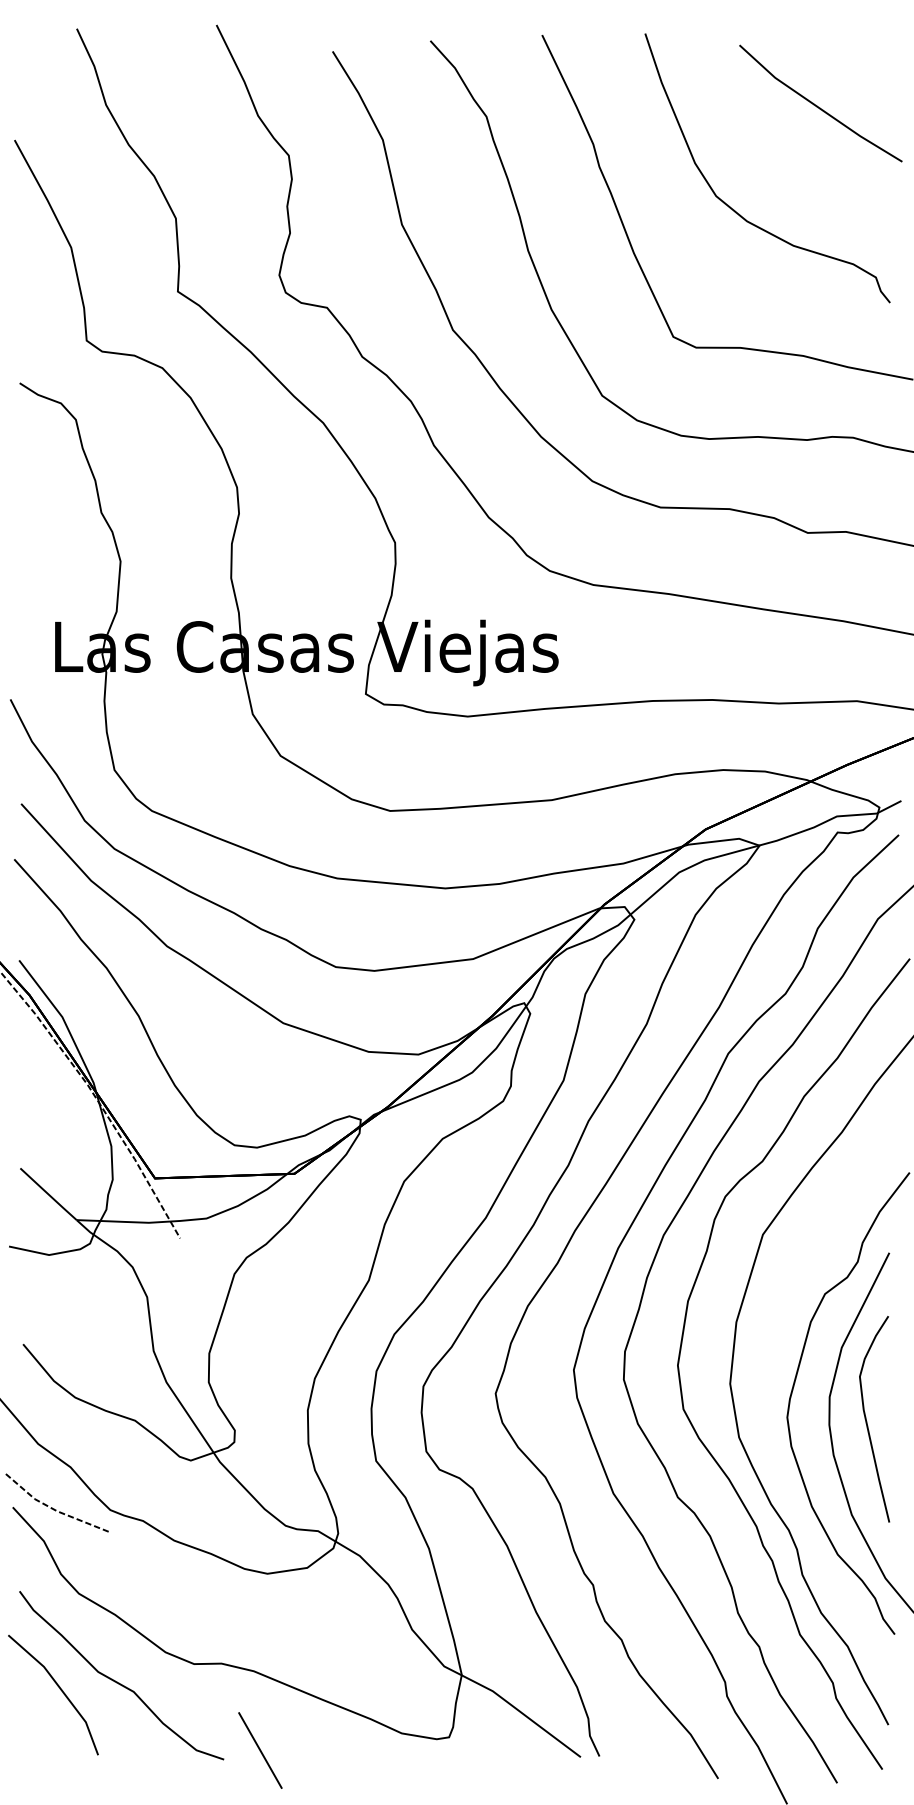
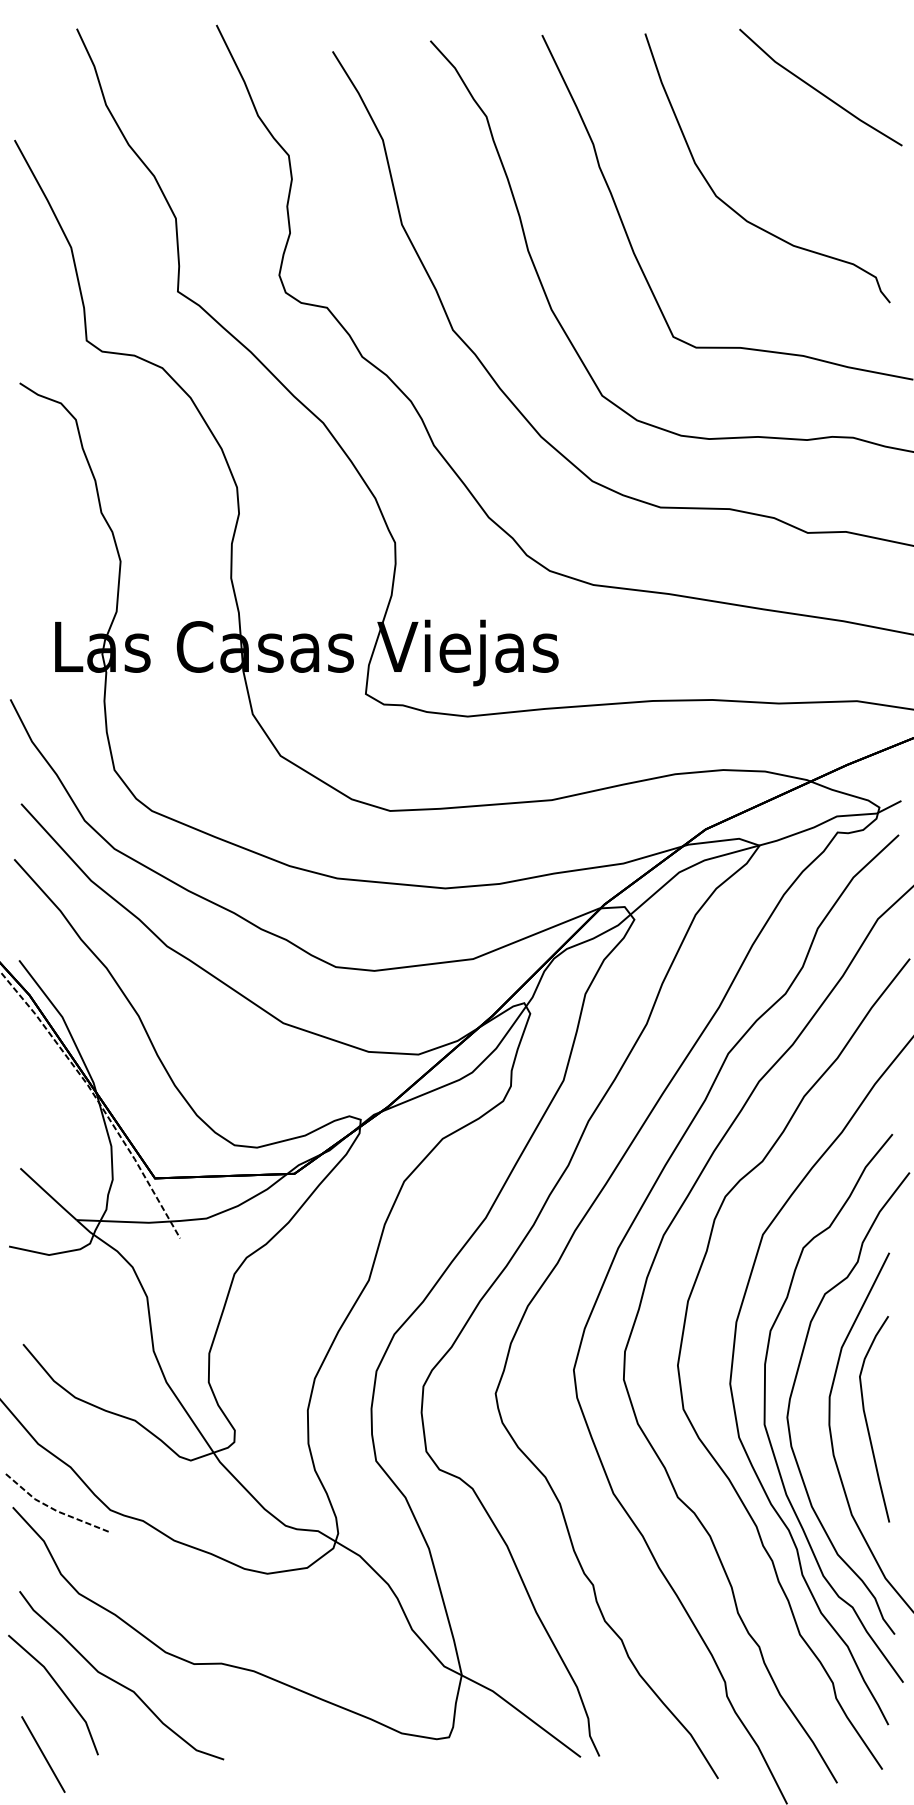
line at (817, 105) position: (817, 105) -> (817, 89)
curve at (765, 1408): none -> present
line at (260, 1750) position: (260, 1750) -> (43, 1754)
